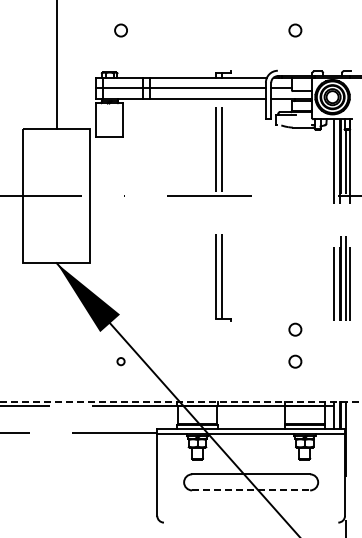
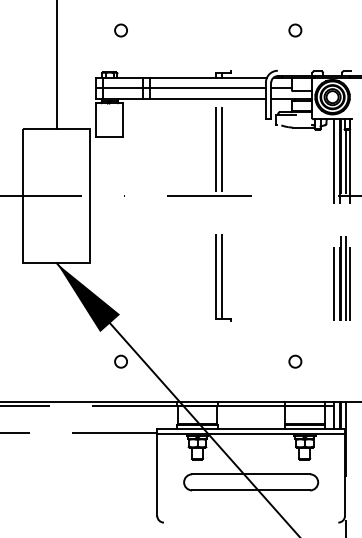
circle at (295, 329): present -> none
circle at (120, 361) size: 10x10 px -> 14x15 px
line at (181, 401): dashed -> solid
line at (251, 490): dashed -> solid
